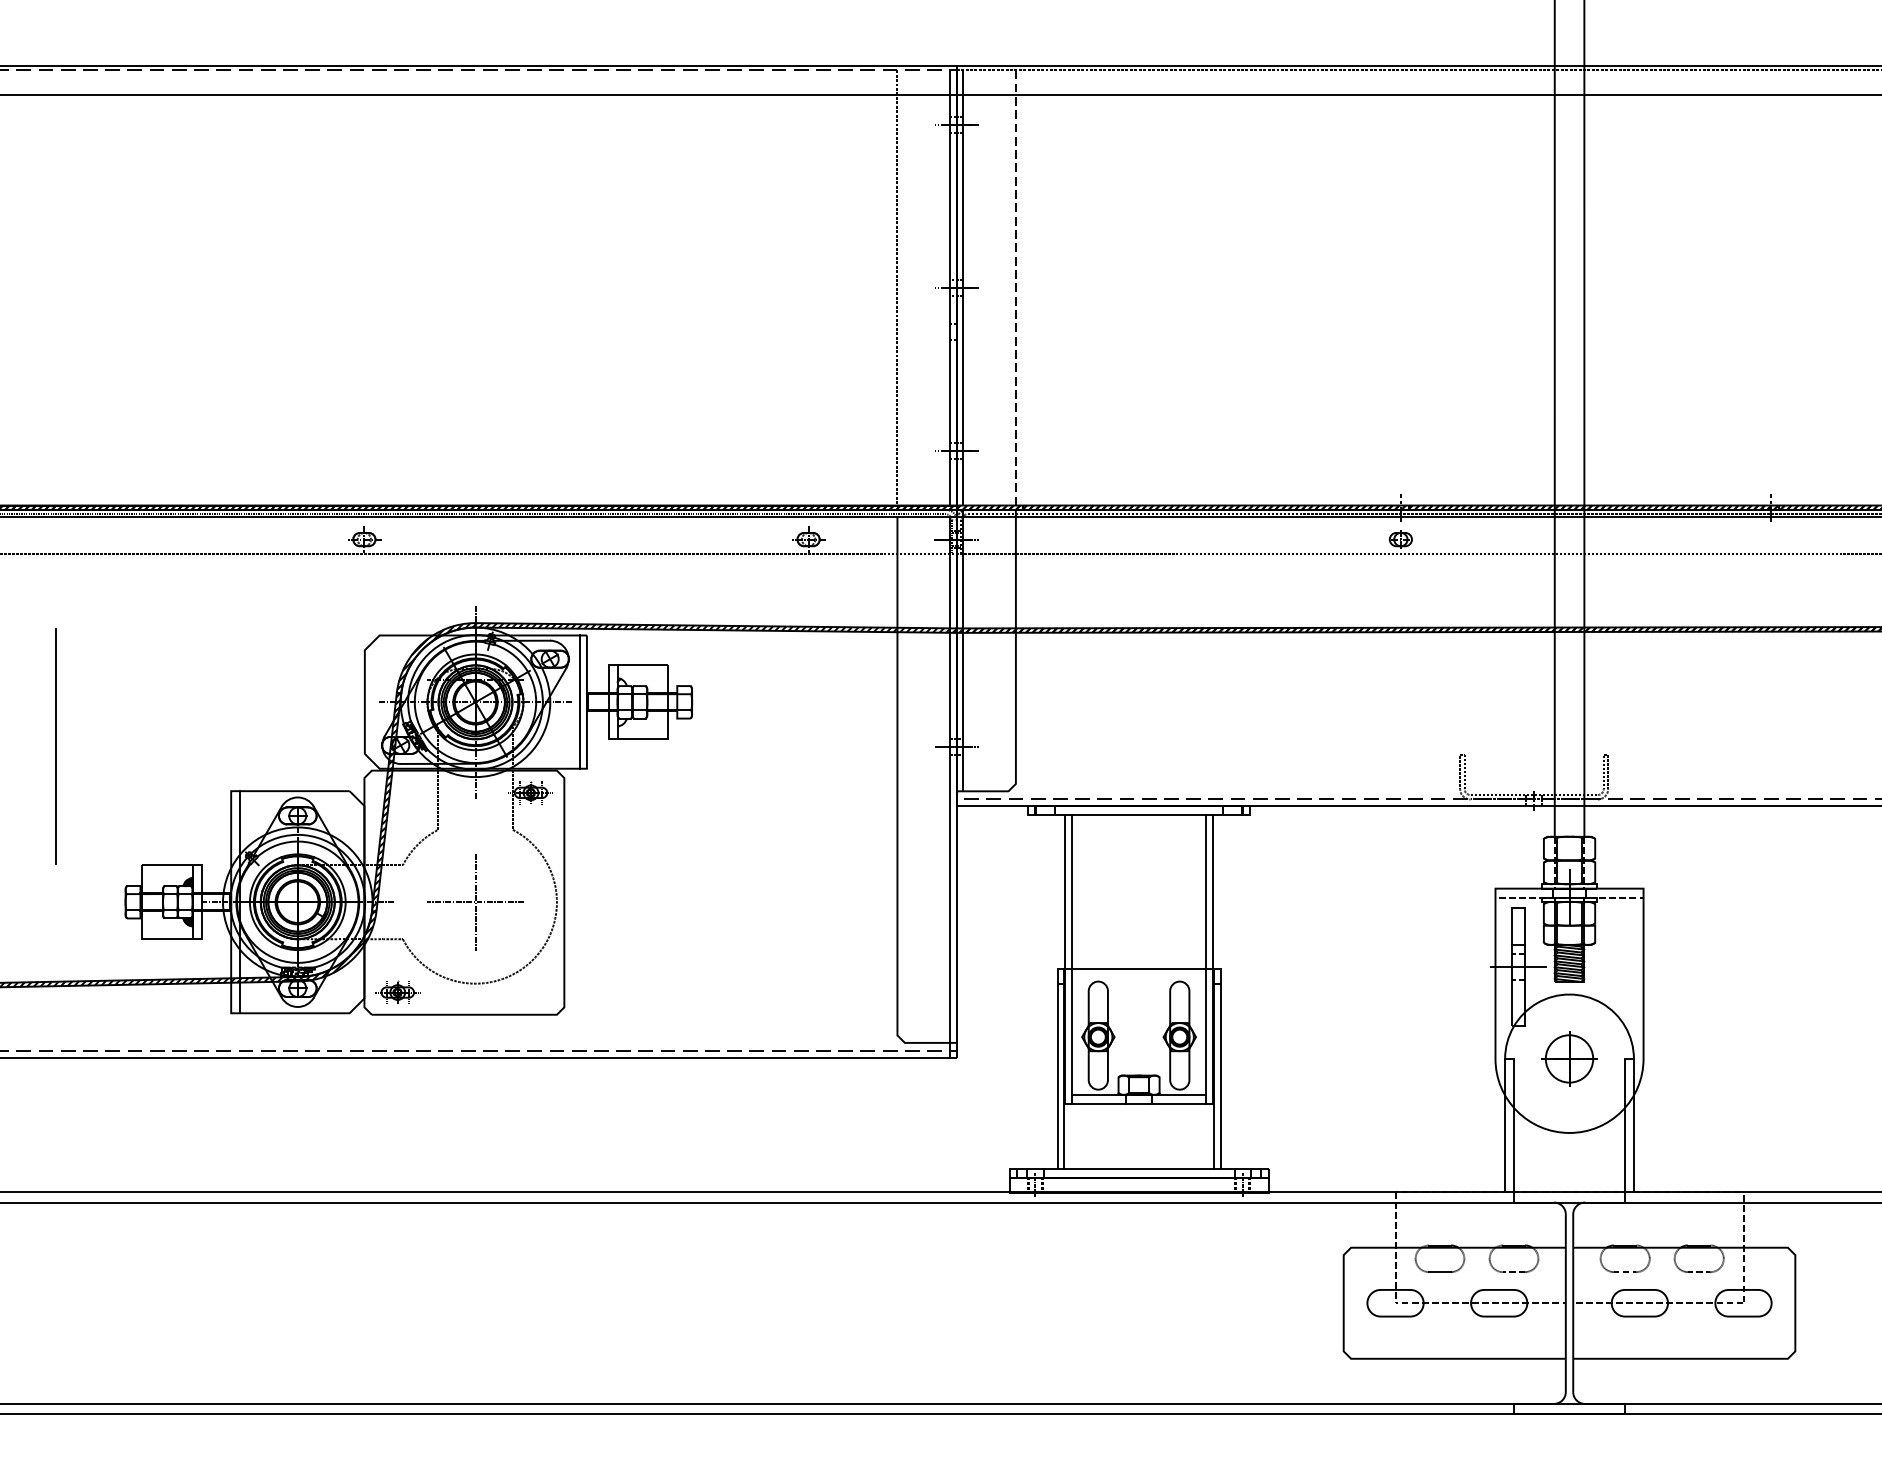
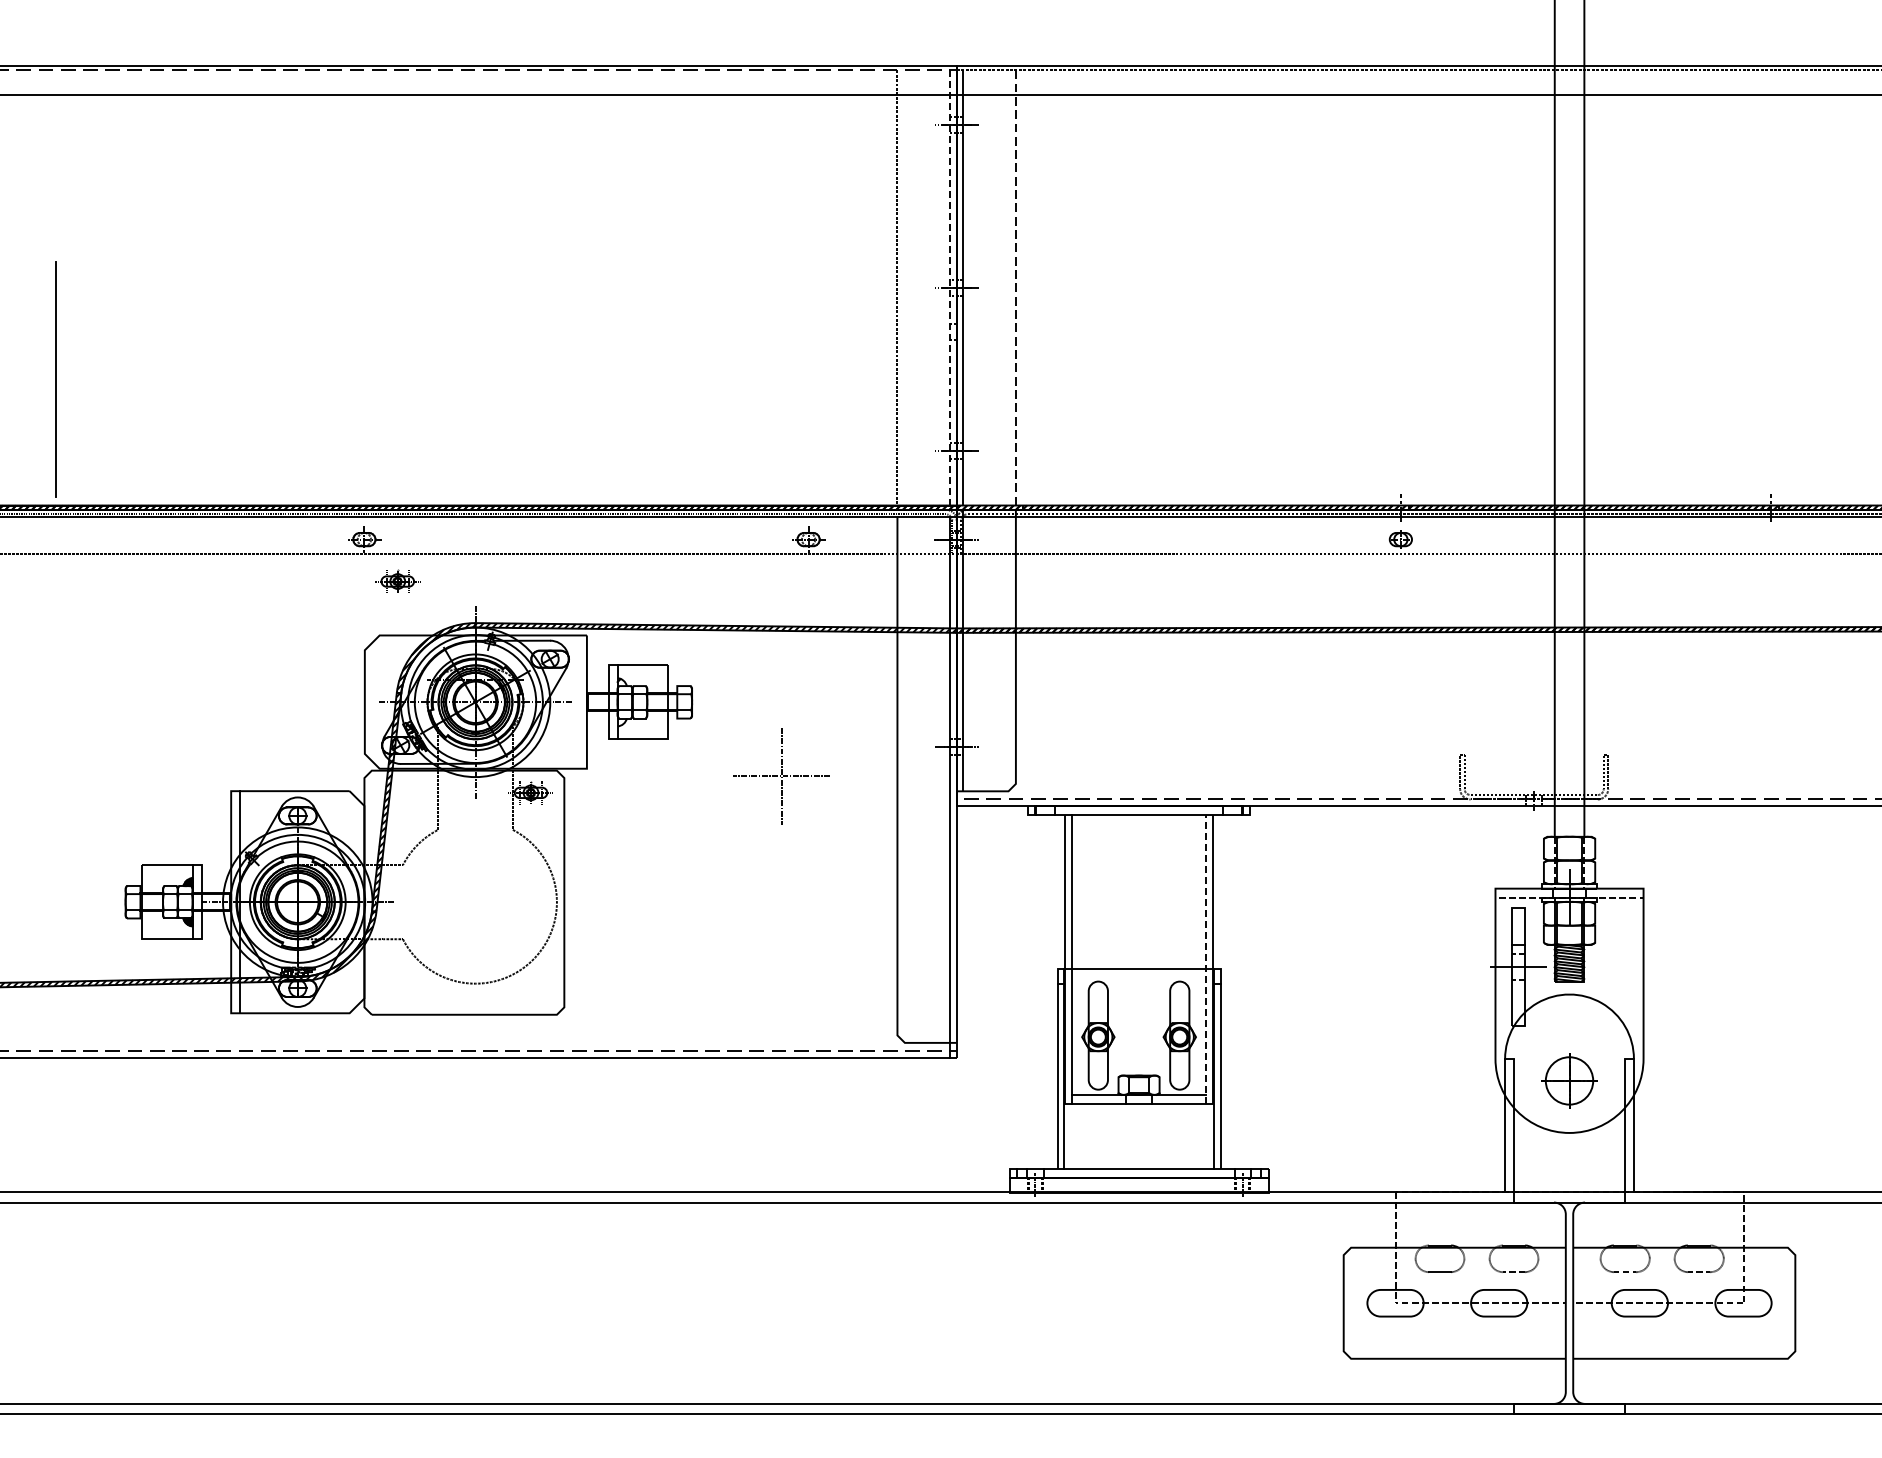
line at (950, 287): solid -> dashed
line at (580, 701): present -> none
line at (55, 746) position: (55, 746) -> (55, 379)
part at (475, 902) position: (475, 902) -> (781, 776)
line at (1206, 958): solid -> dashed
part at (397, 991) position: (397, 991) -> (397, 580)
part at (1569, 1058) position: (1569, 1058) -> (1569, 1080)
